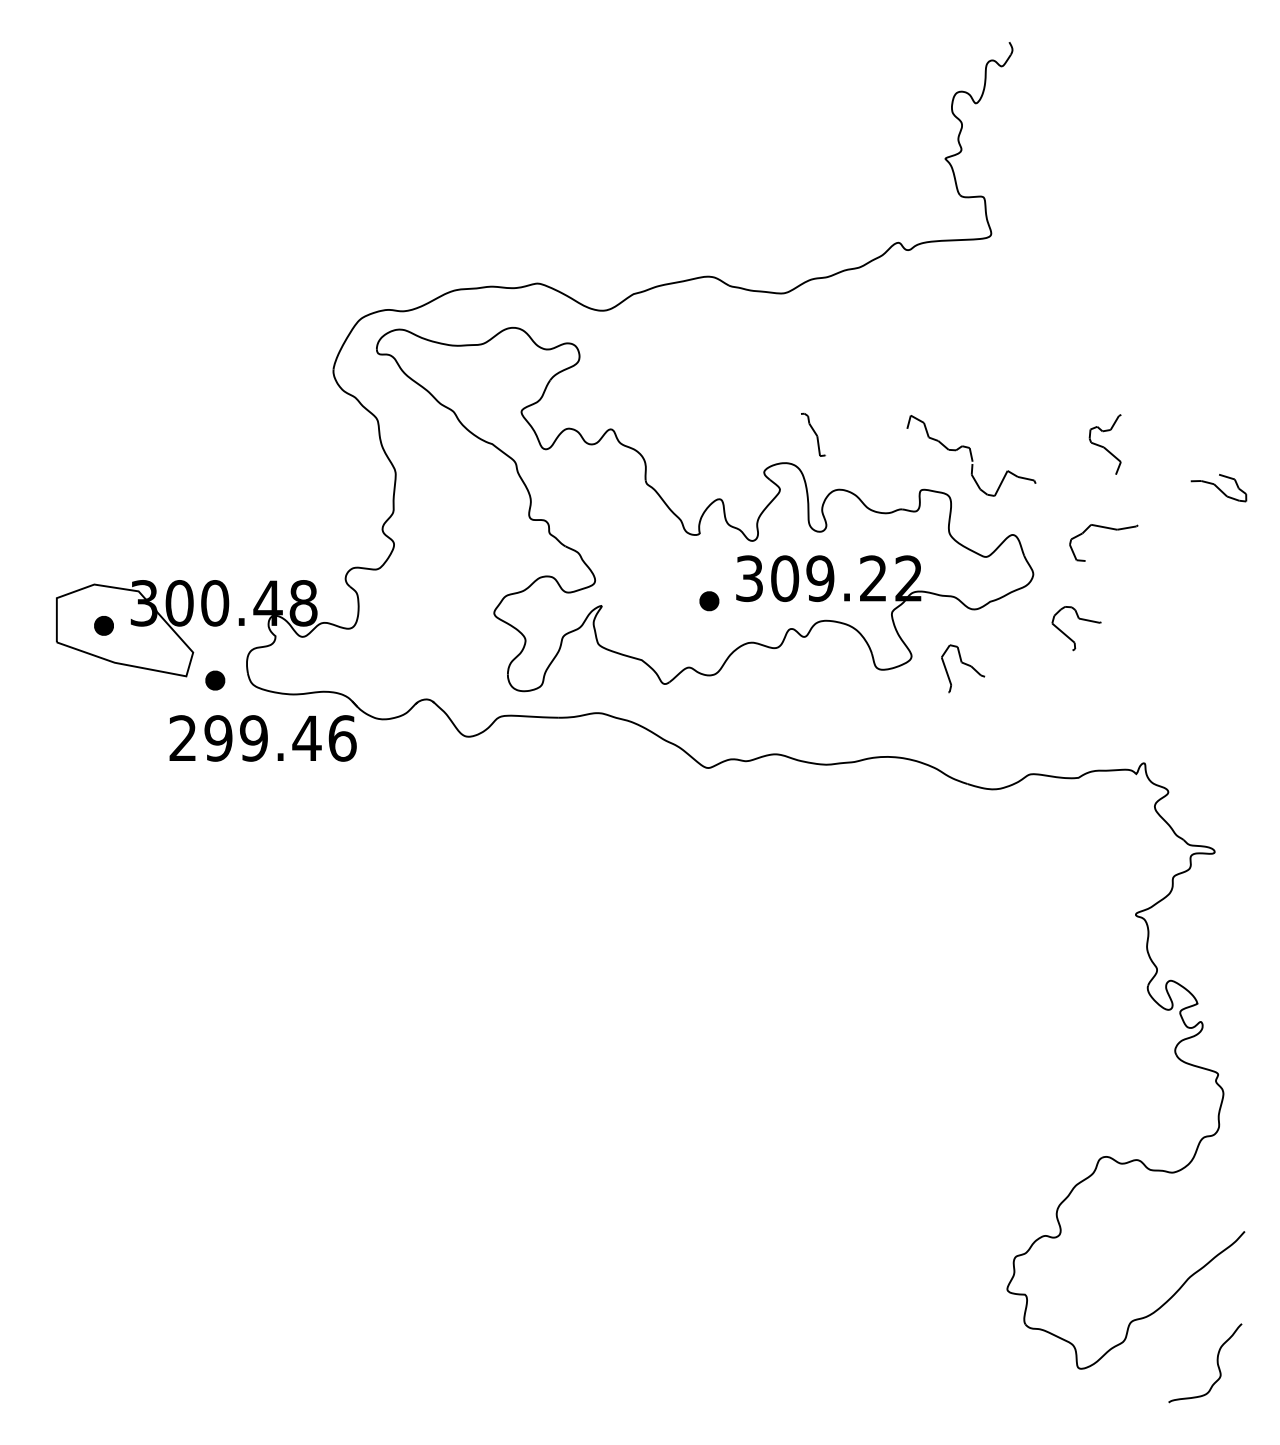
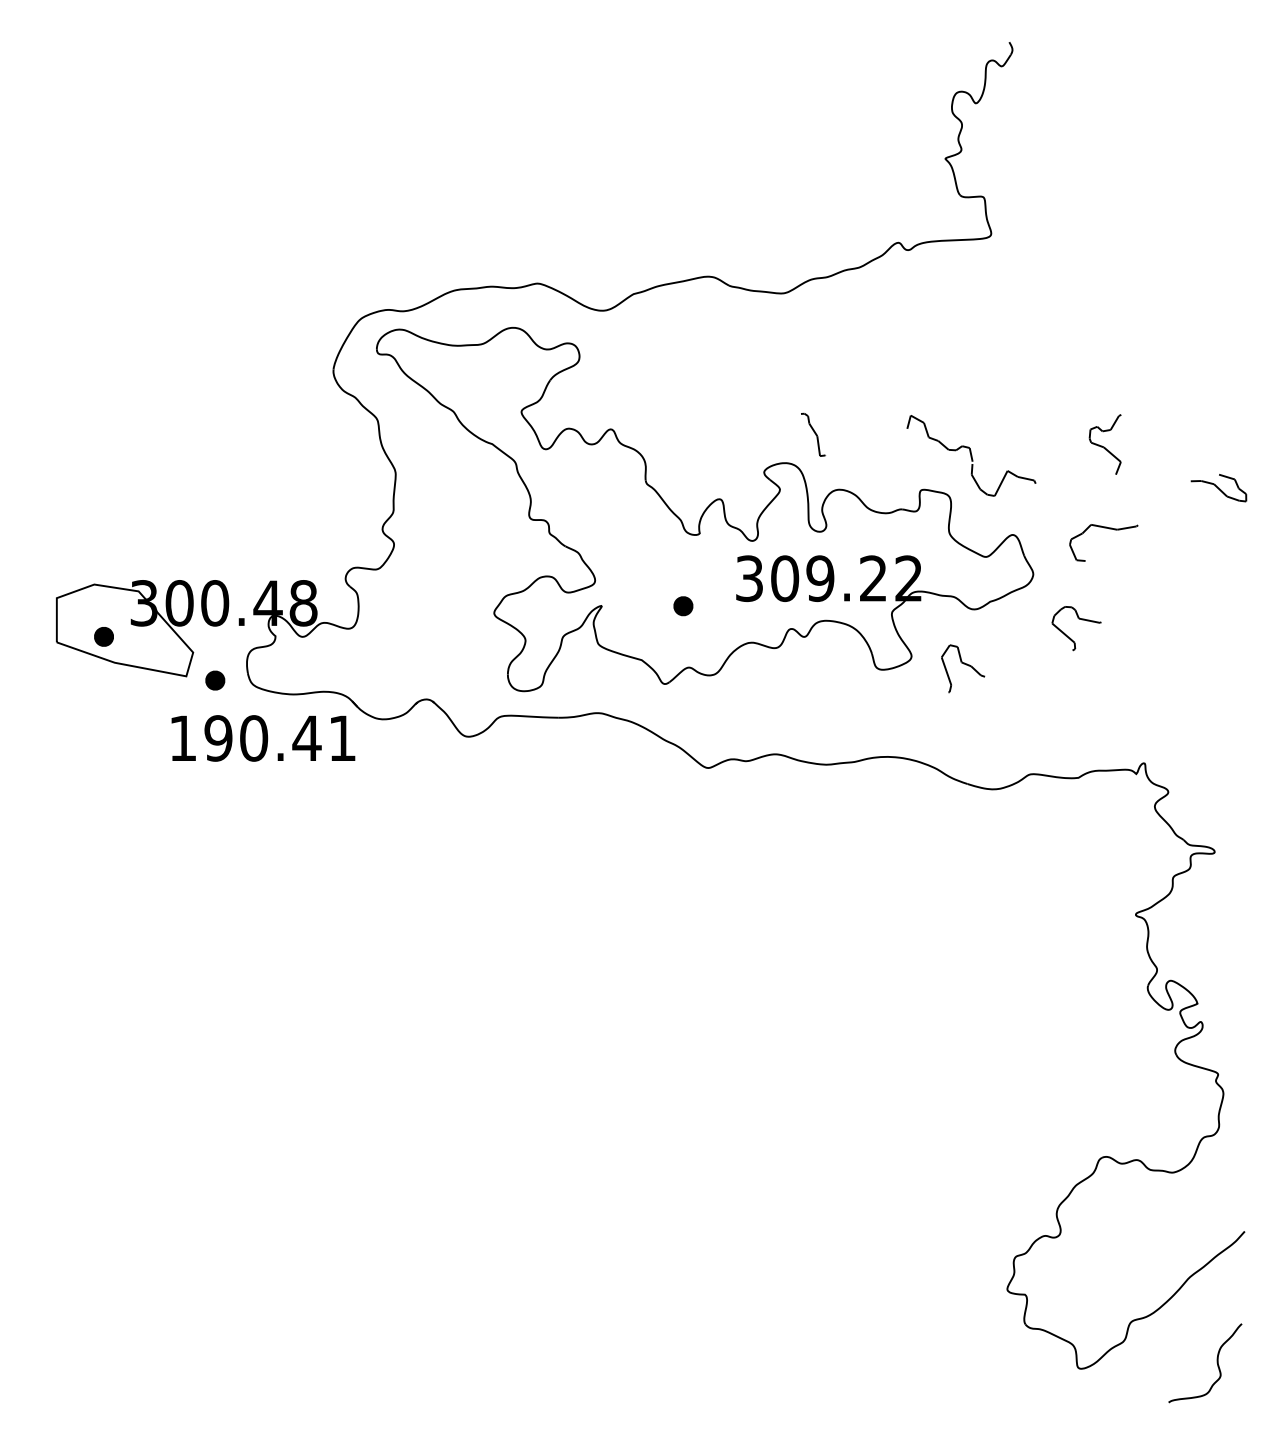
part at (709, 601) position: (709, 601) -> (683, 606)
part at (103, 625) position: (103, 625) -> (103, 636)
text at (262, 738): 299.46 -> 190.41
